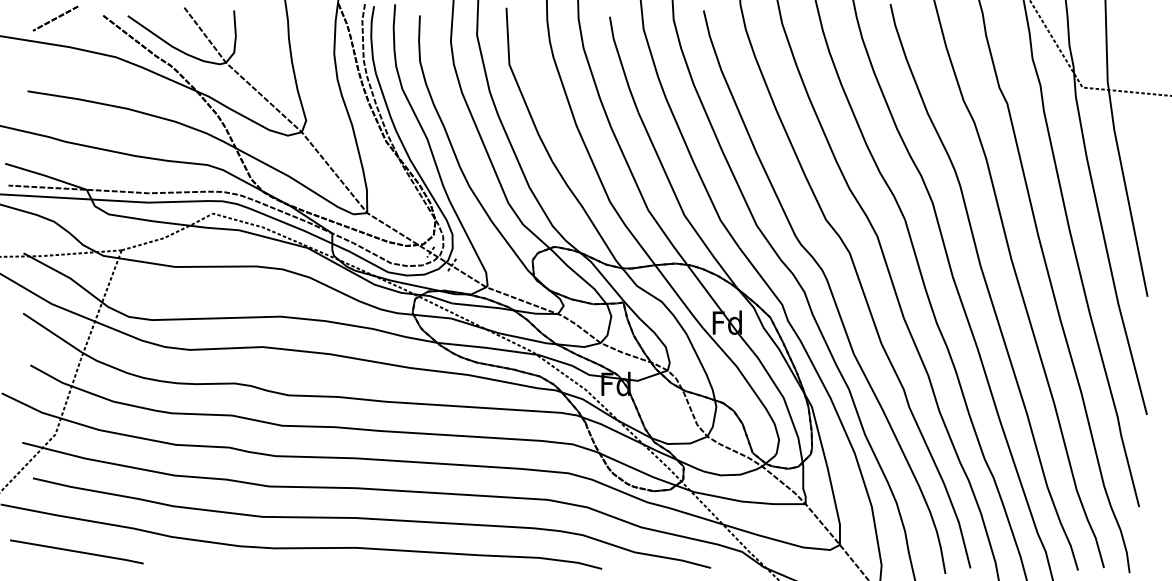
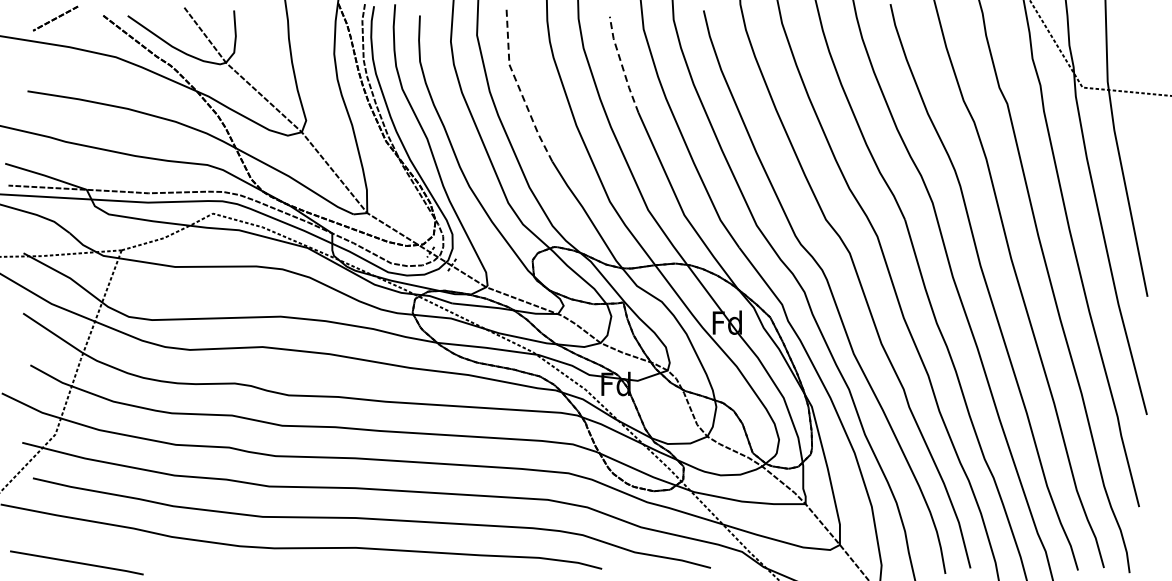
line at (621, 65): solid -> dashed
line at (519, 87): solid -> dashed
line at (76, 551) position: (76, 551) -> (76, 562)
